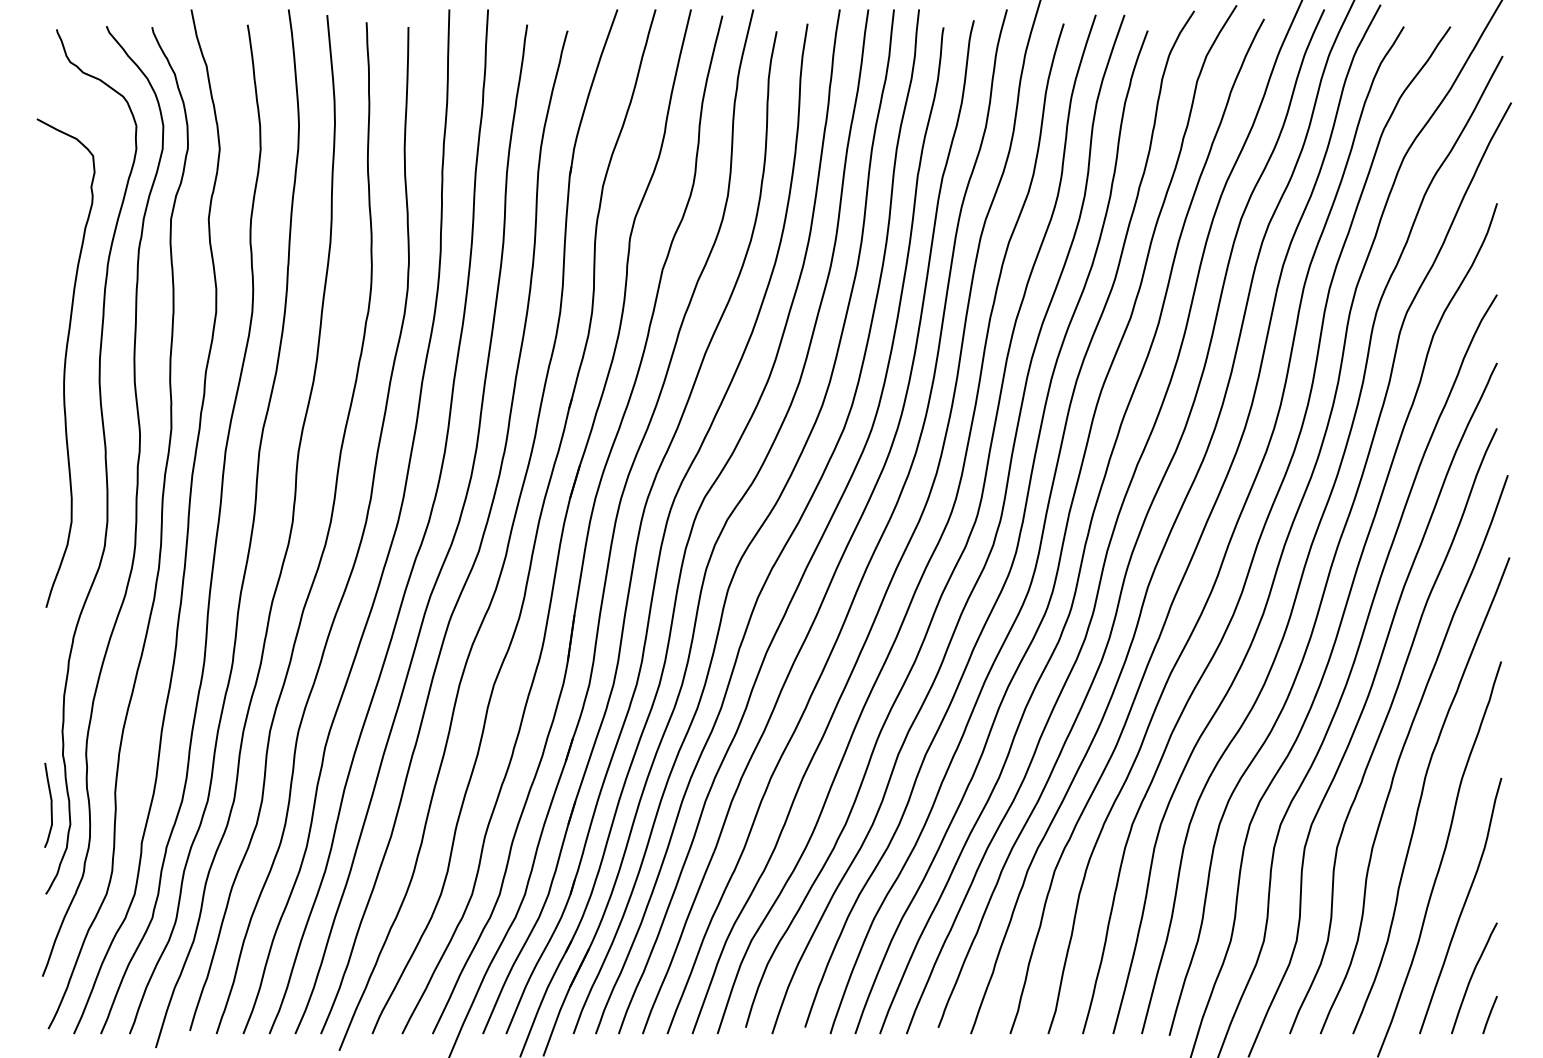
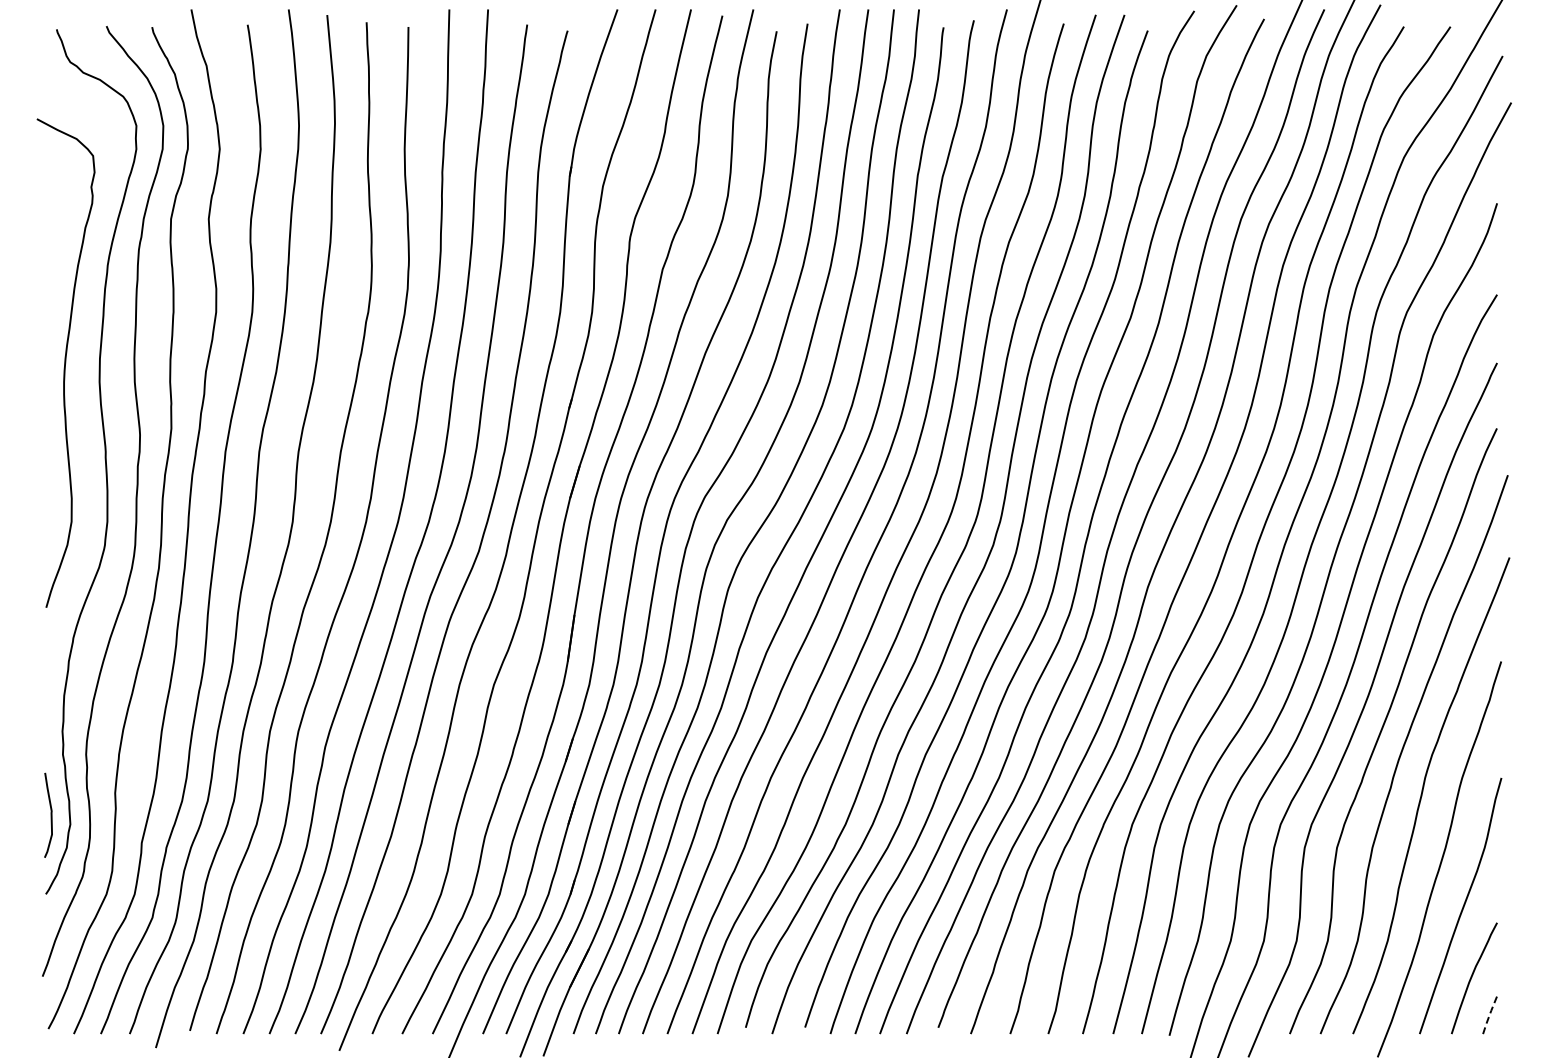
curve at (50, 804) position: (50, 804) -> (50, 814)
line at (1489, 1015): solid -> dashed
